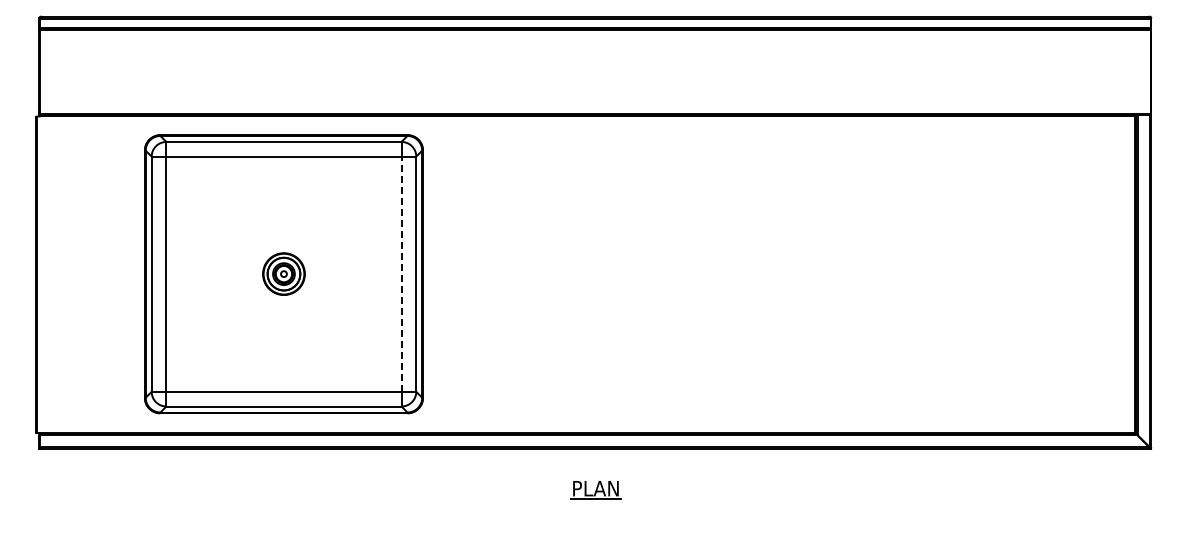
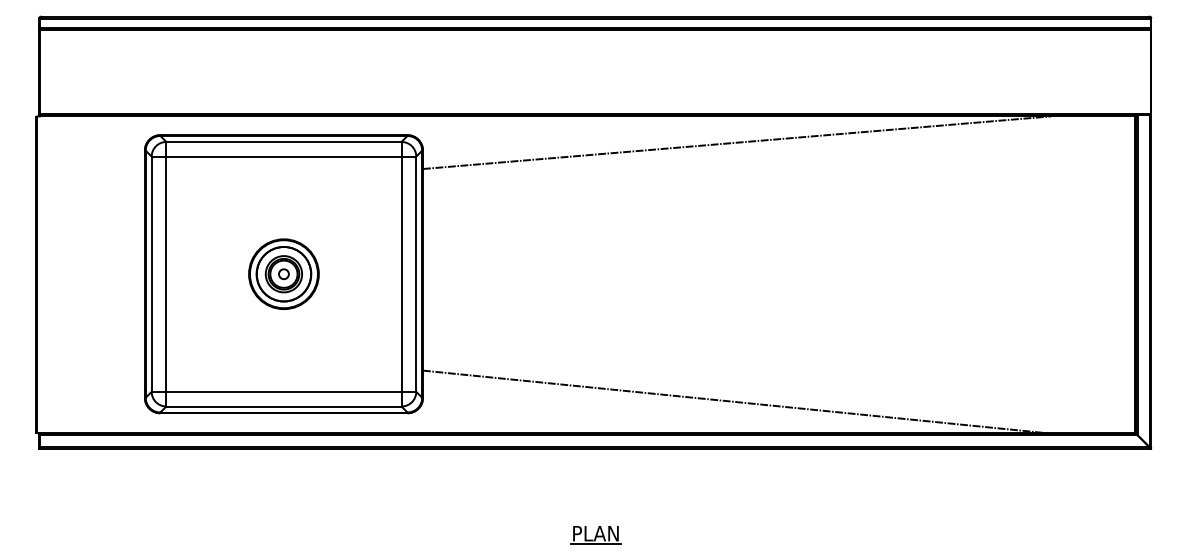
line at (736, 142): none -> present
part at (283, 273) size: 44x44 px -> 72x72 px
line at (401, 274): dashed -> solid
line at (736, 401): none -> present
part at (595, 490) position: (595, 490) -> (595, 535)
